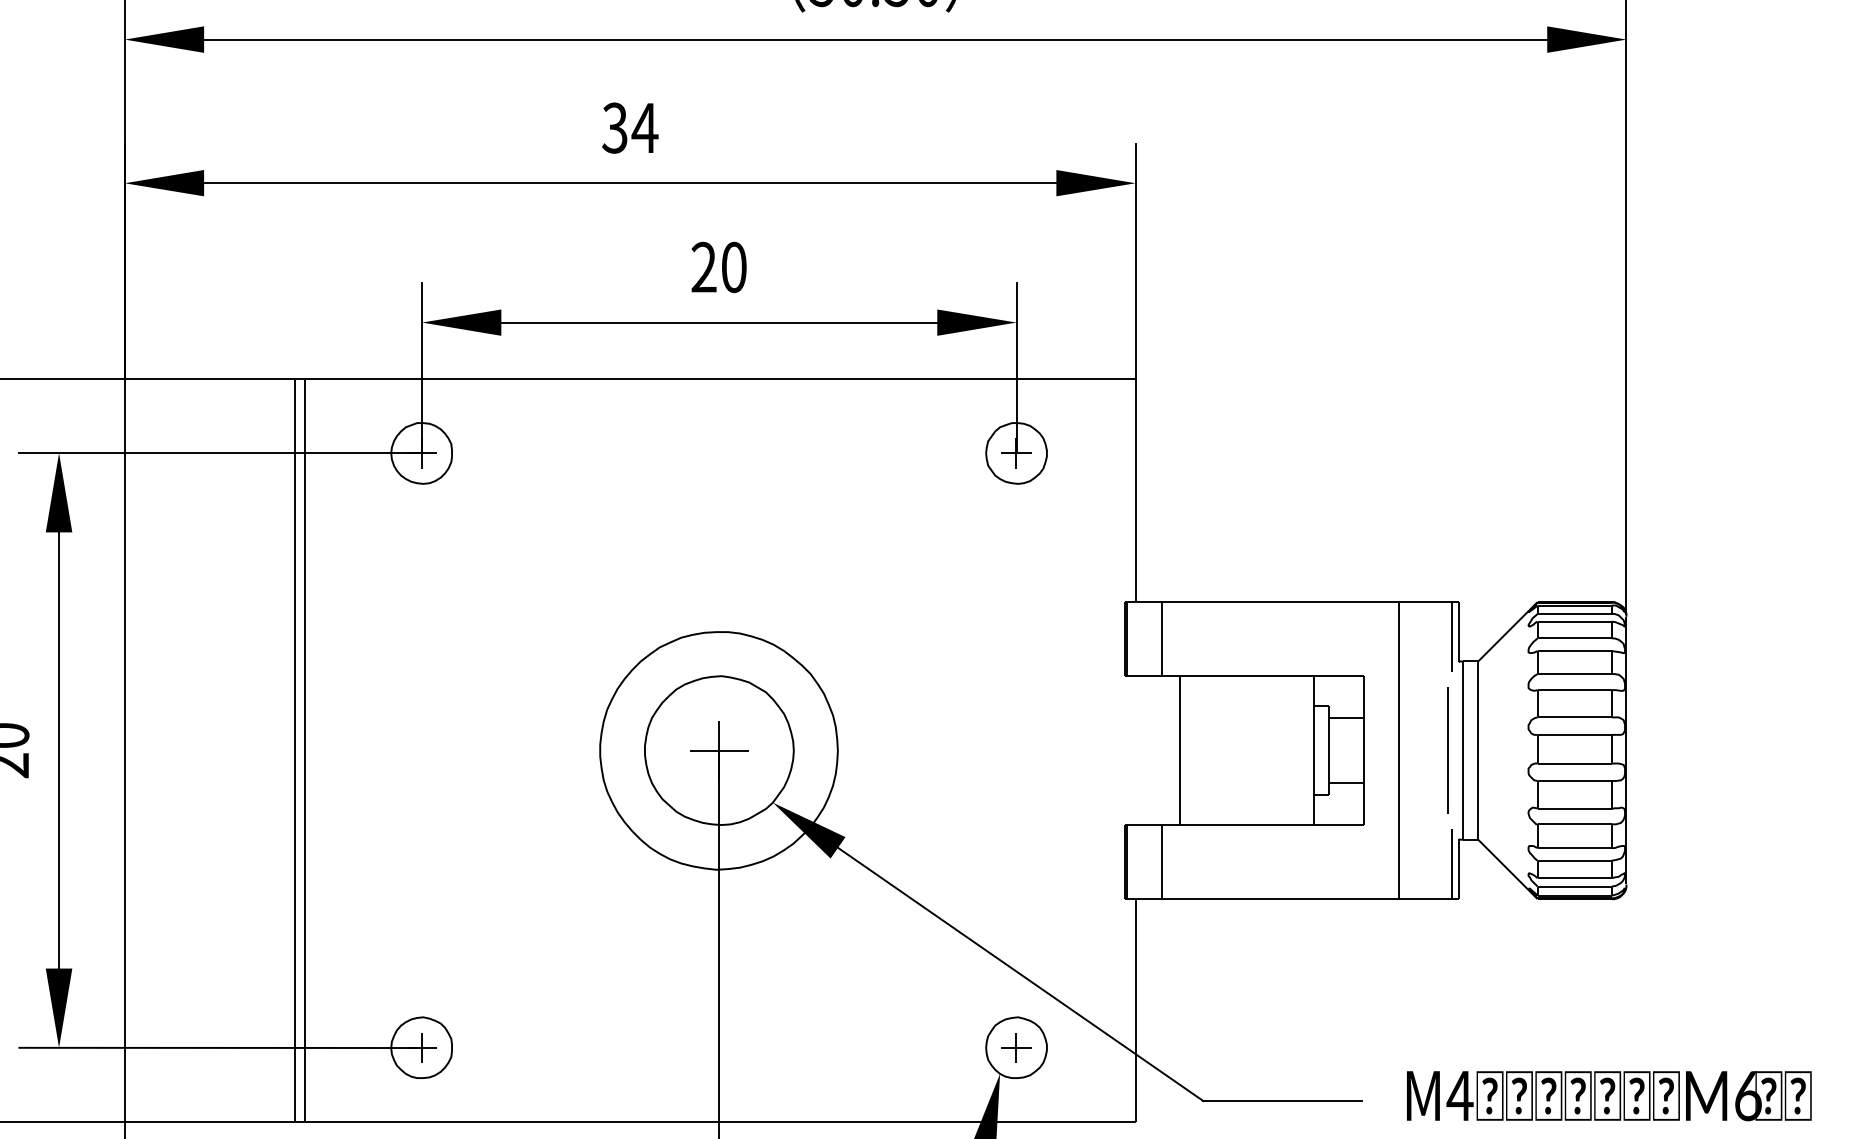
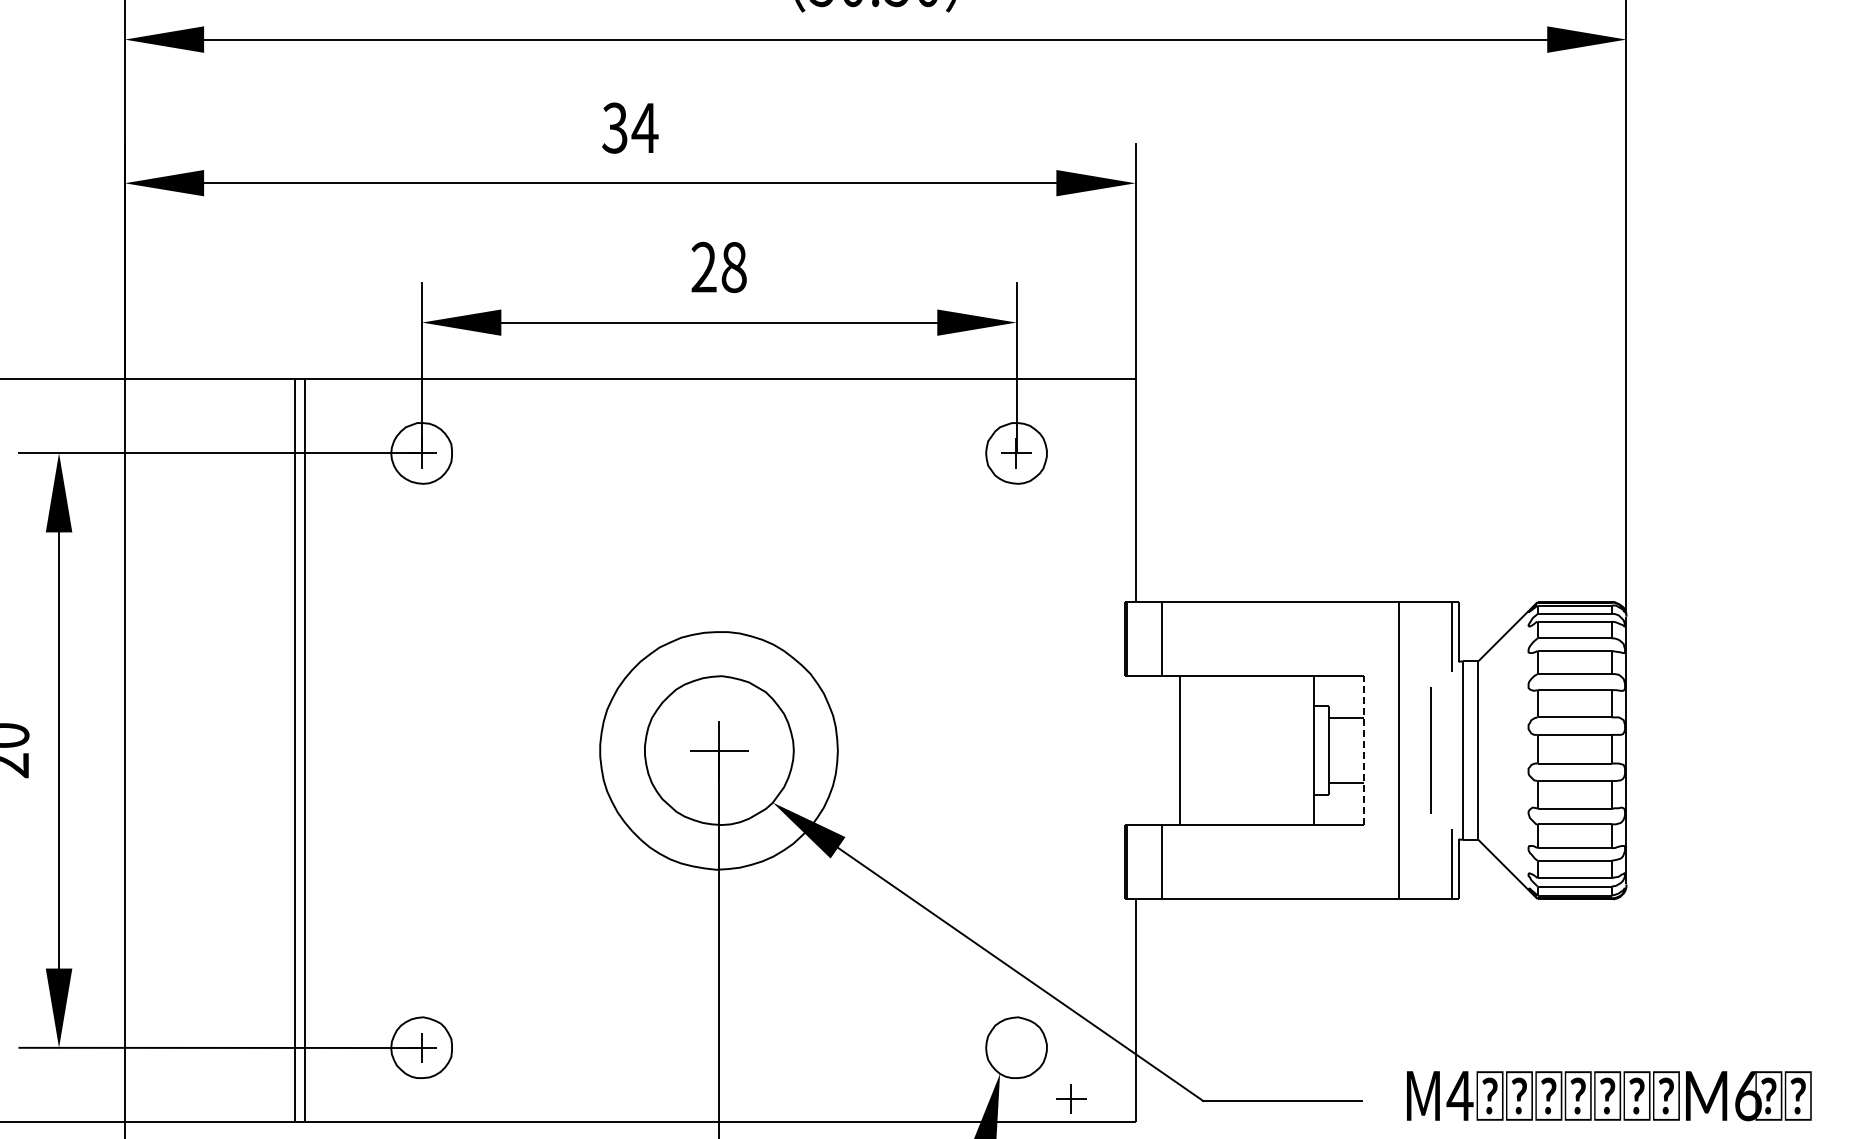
text at (733, 266): 20 -> 28
line at (1364, 750): solid -> dashed
line at (1447, 750) position: (1447, 750) -> (1430, 750)
part at (1016, 1047) position: (1016, 1047) -> (1071, 1098)
